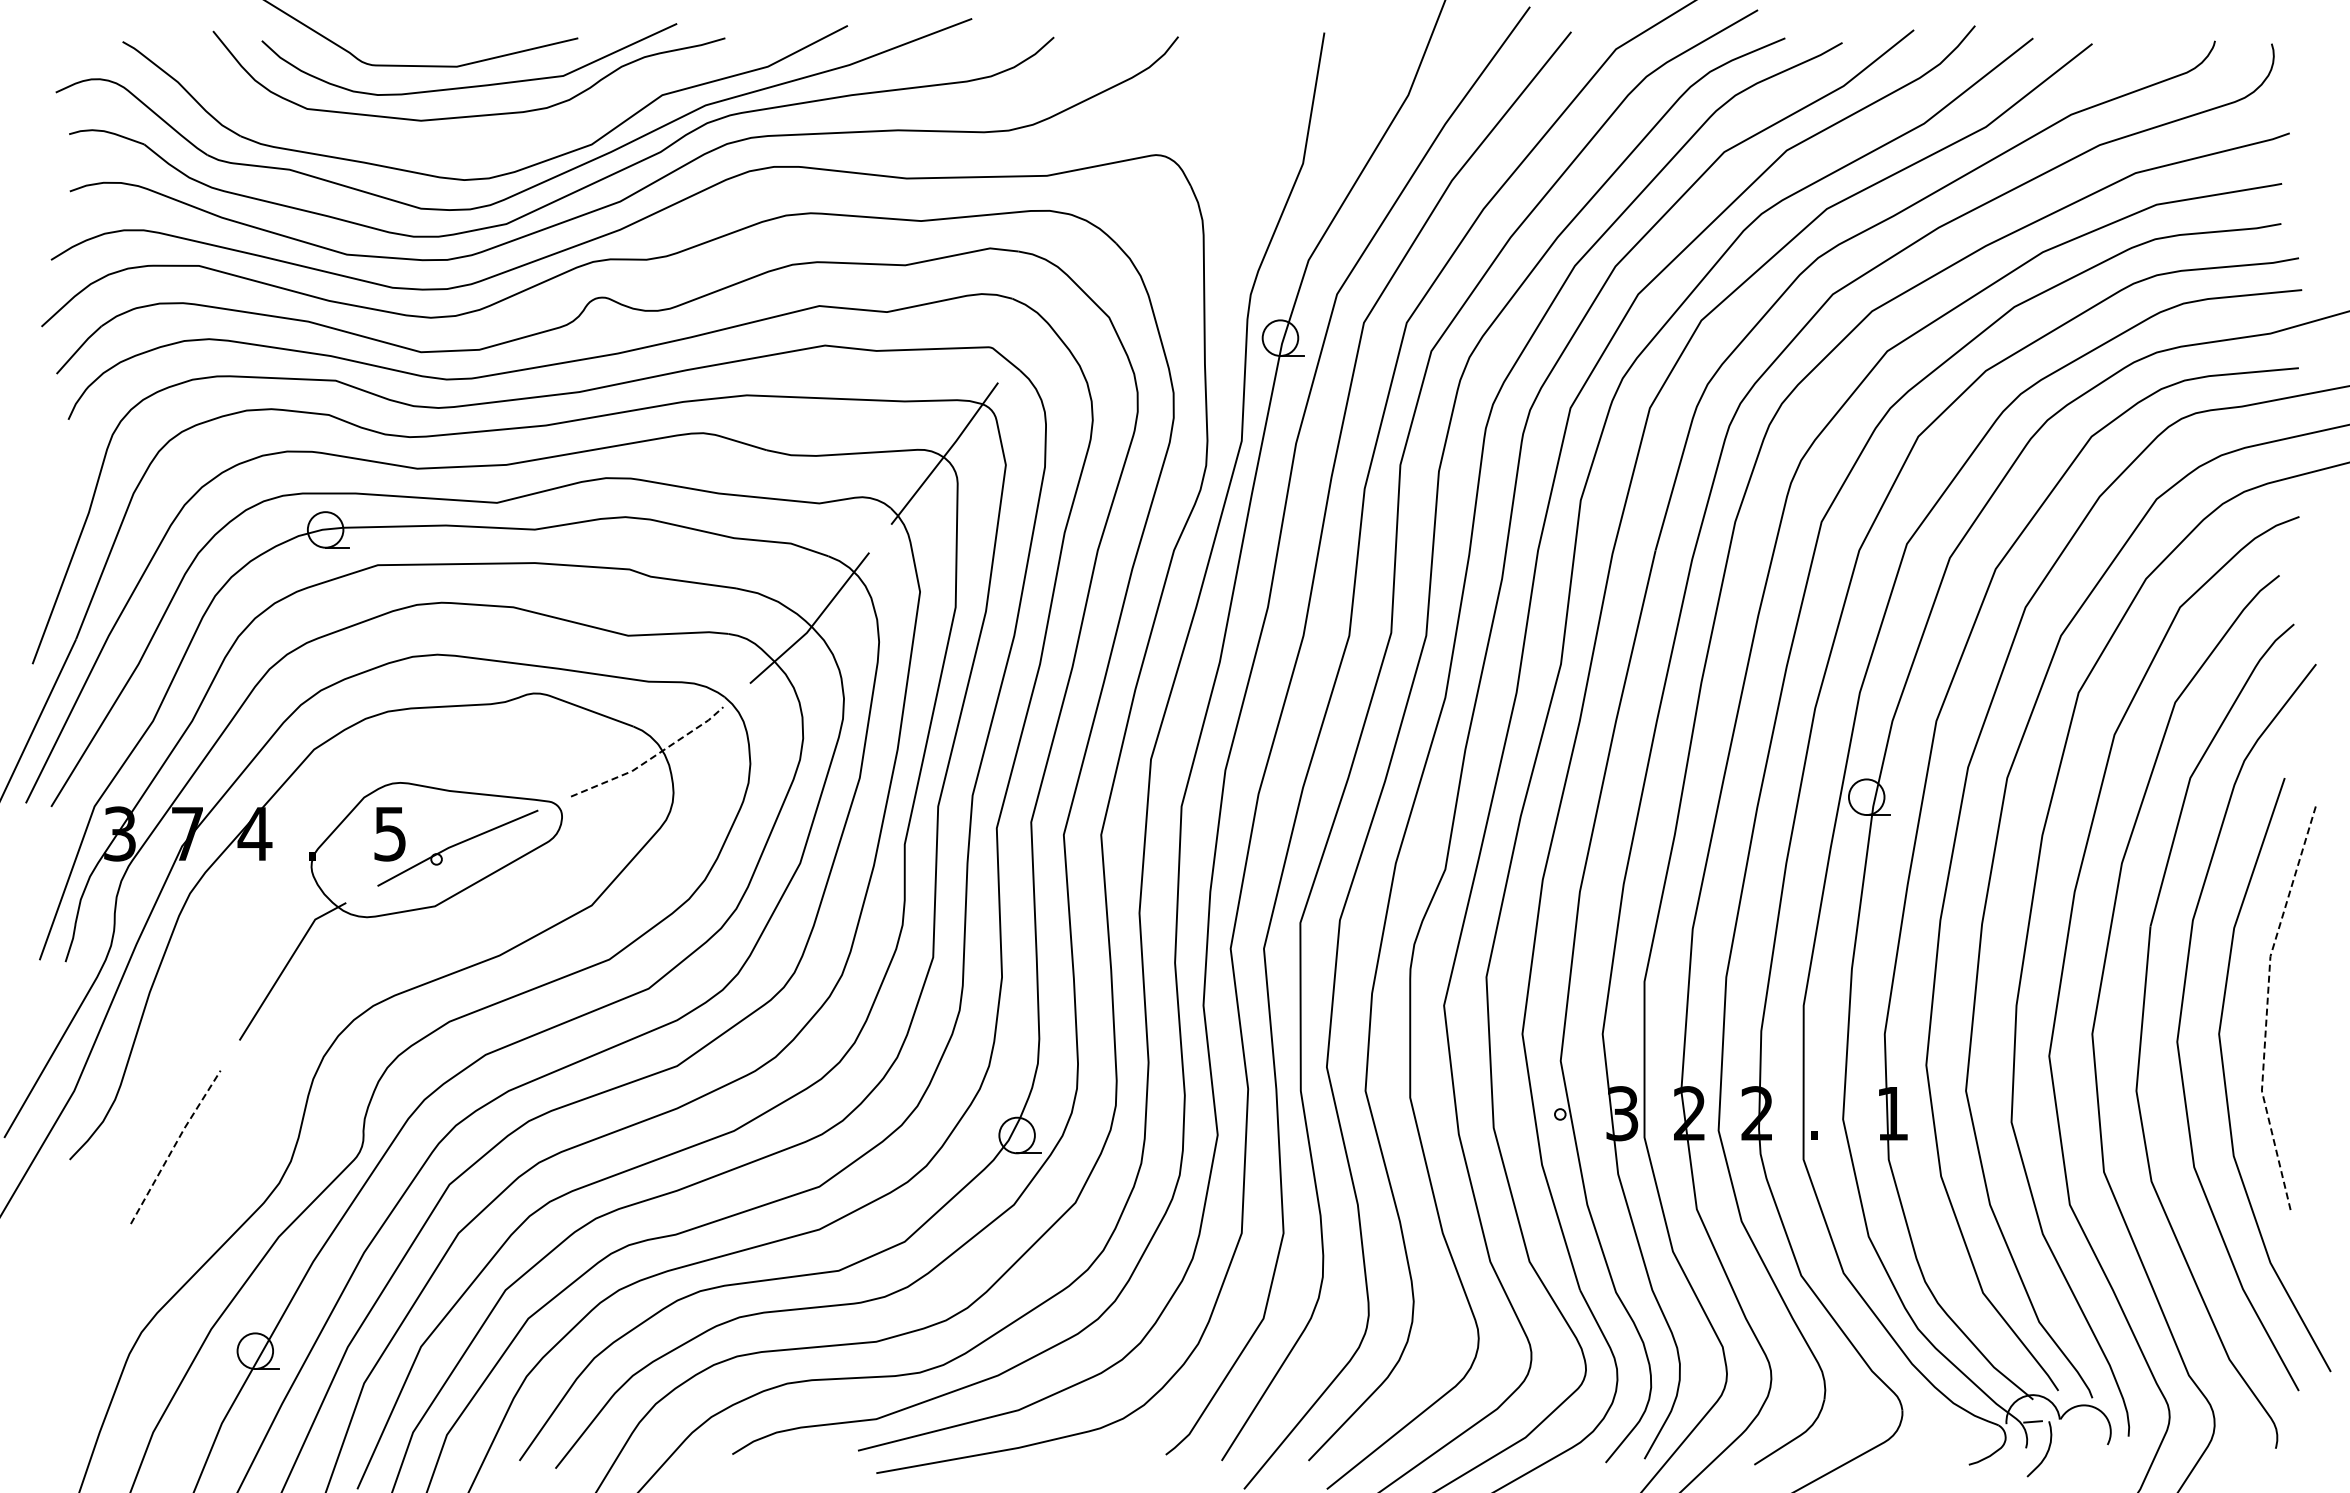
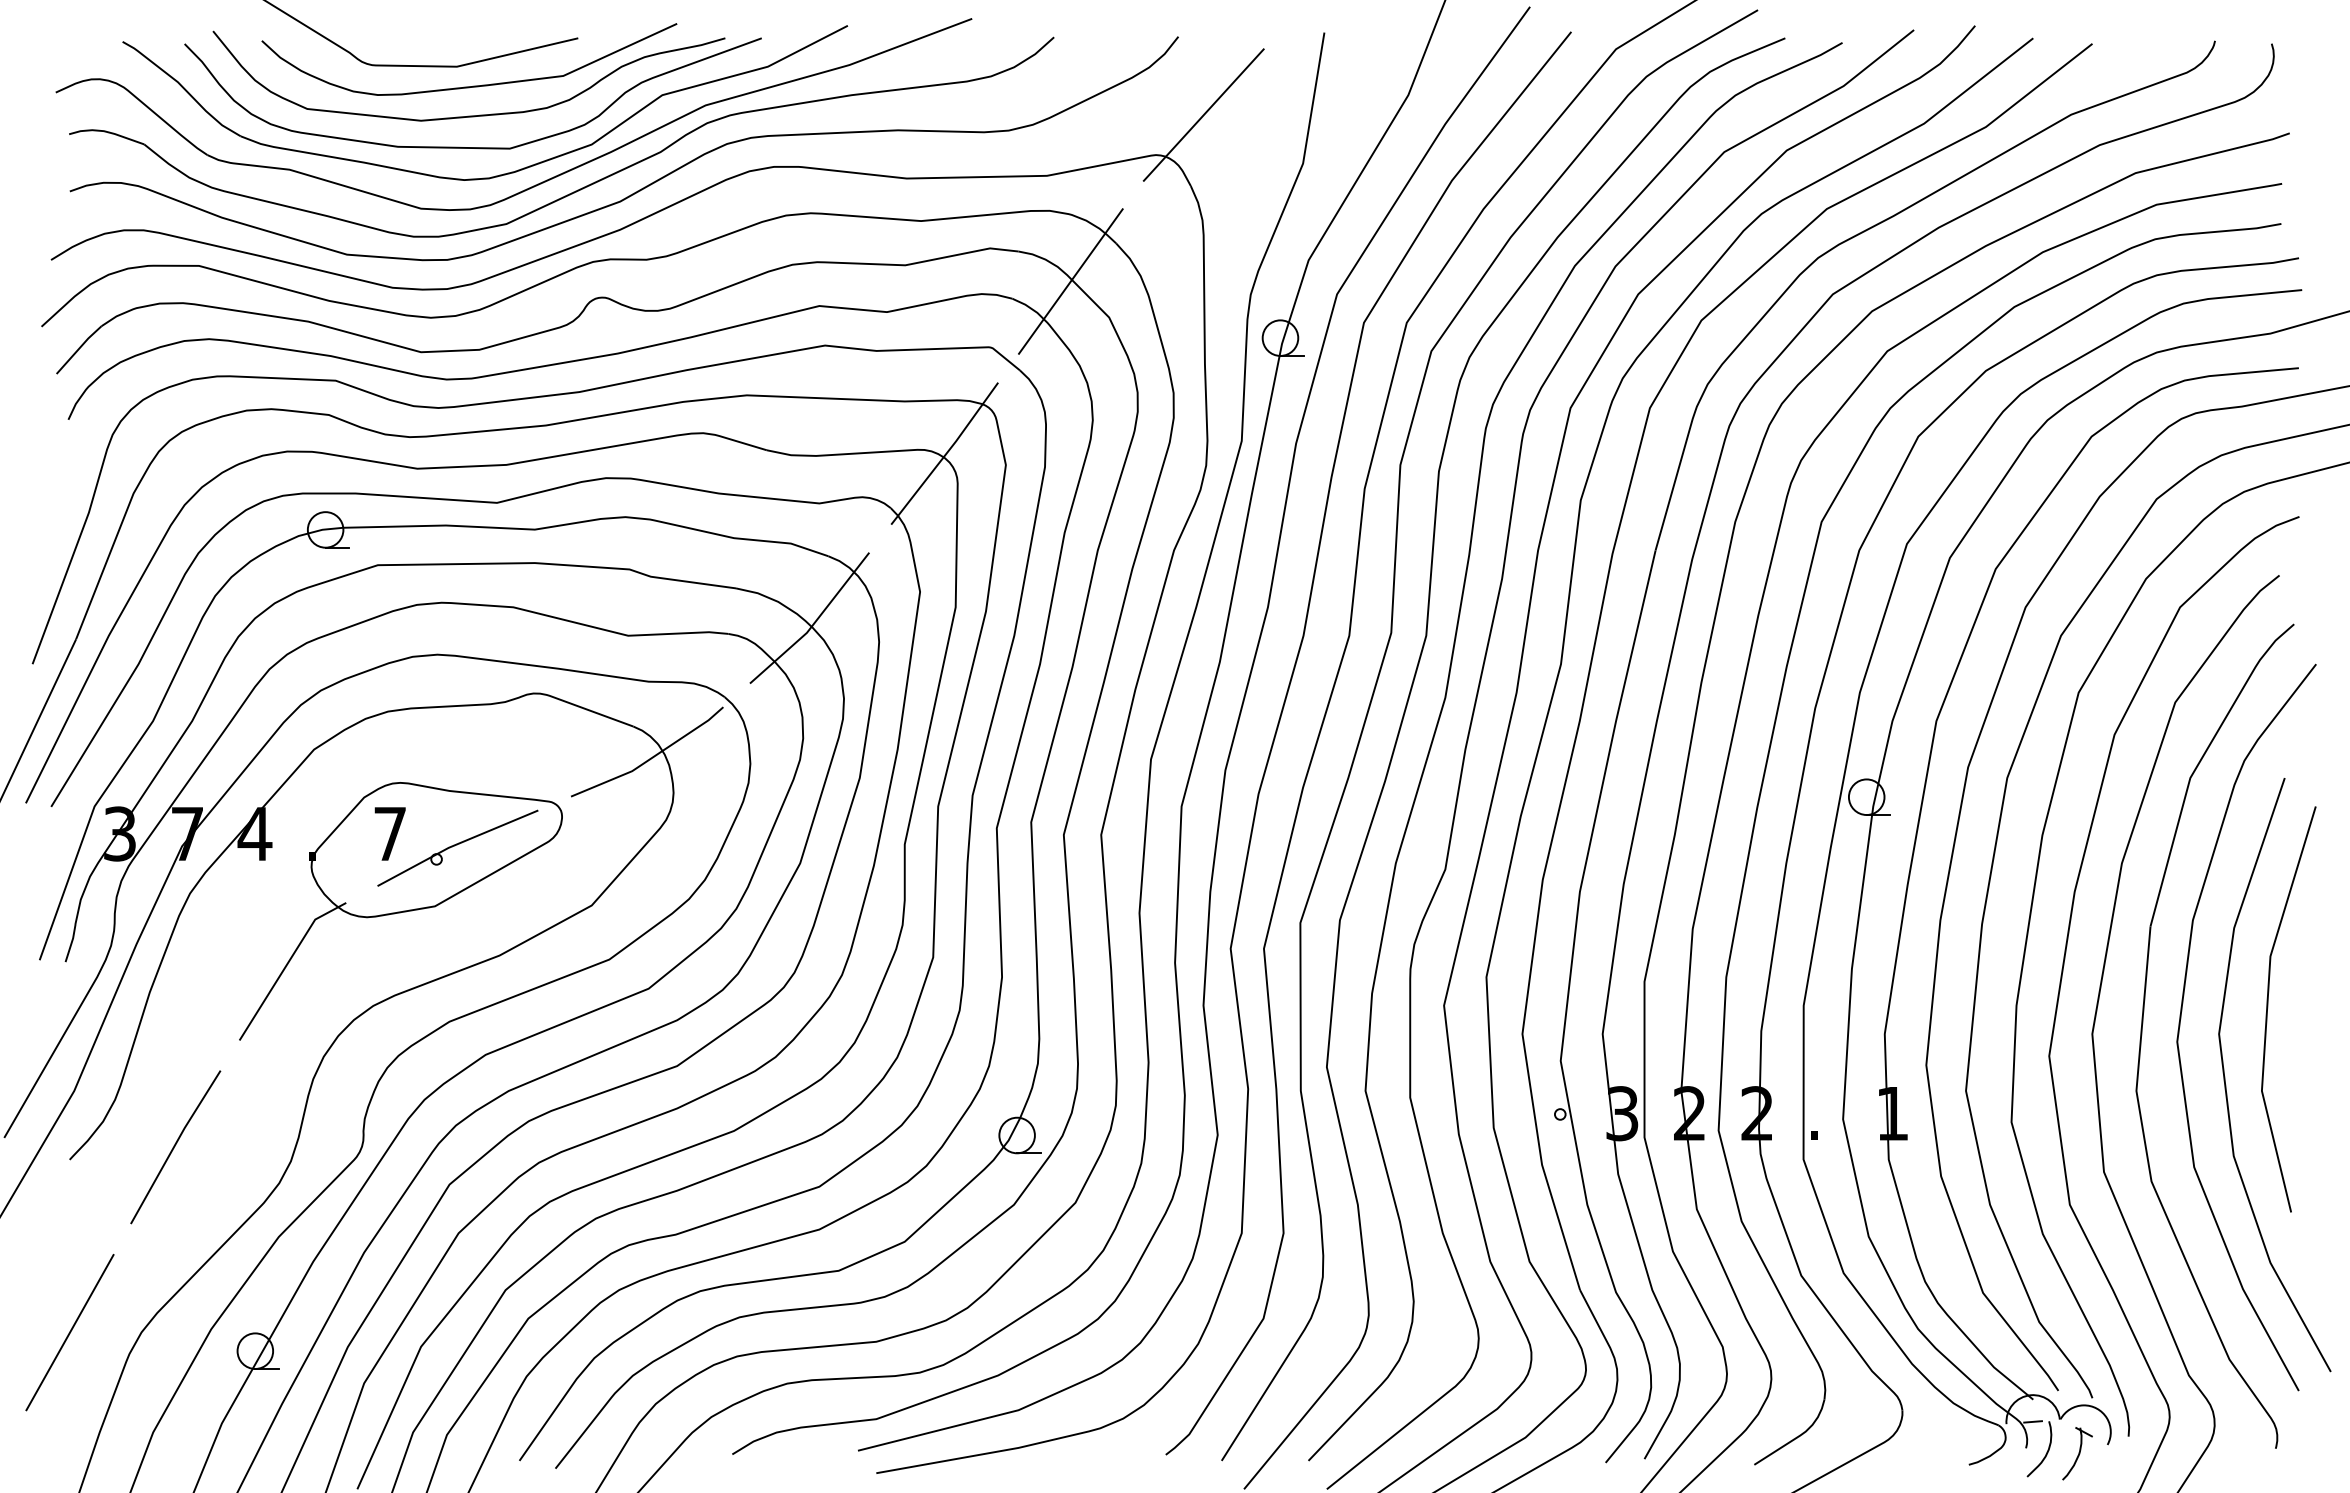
line at (1203, 114): none -> present
curve at (472, 147): none -> present
line at (1070, 281): none -> present
line at (651, 758): dashed -> solid
text at (389, 834): 5 -> 7
line at (2267, 1008): dashed -> solid
line at (174, 1145): dashed -> solid
line at (69, 1332): none -> present
part at (2077, 1453): none -> present
